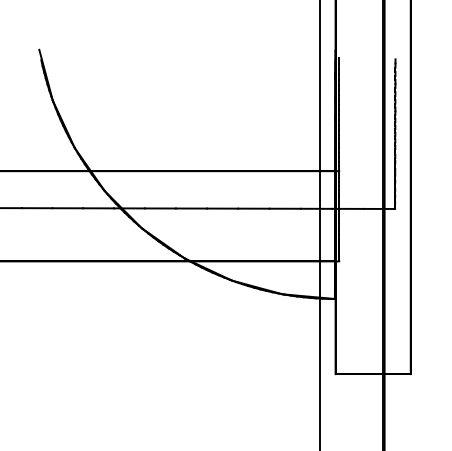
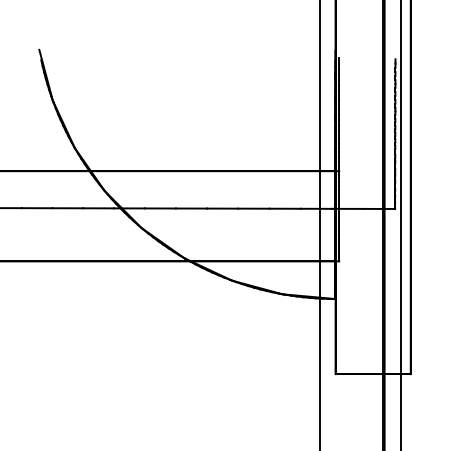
line at (400, 224): none -> present
